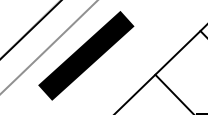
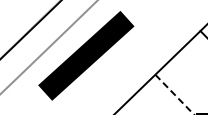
line at (174, 94): solid -> dashed
